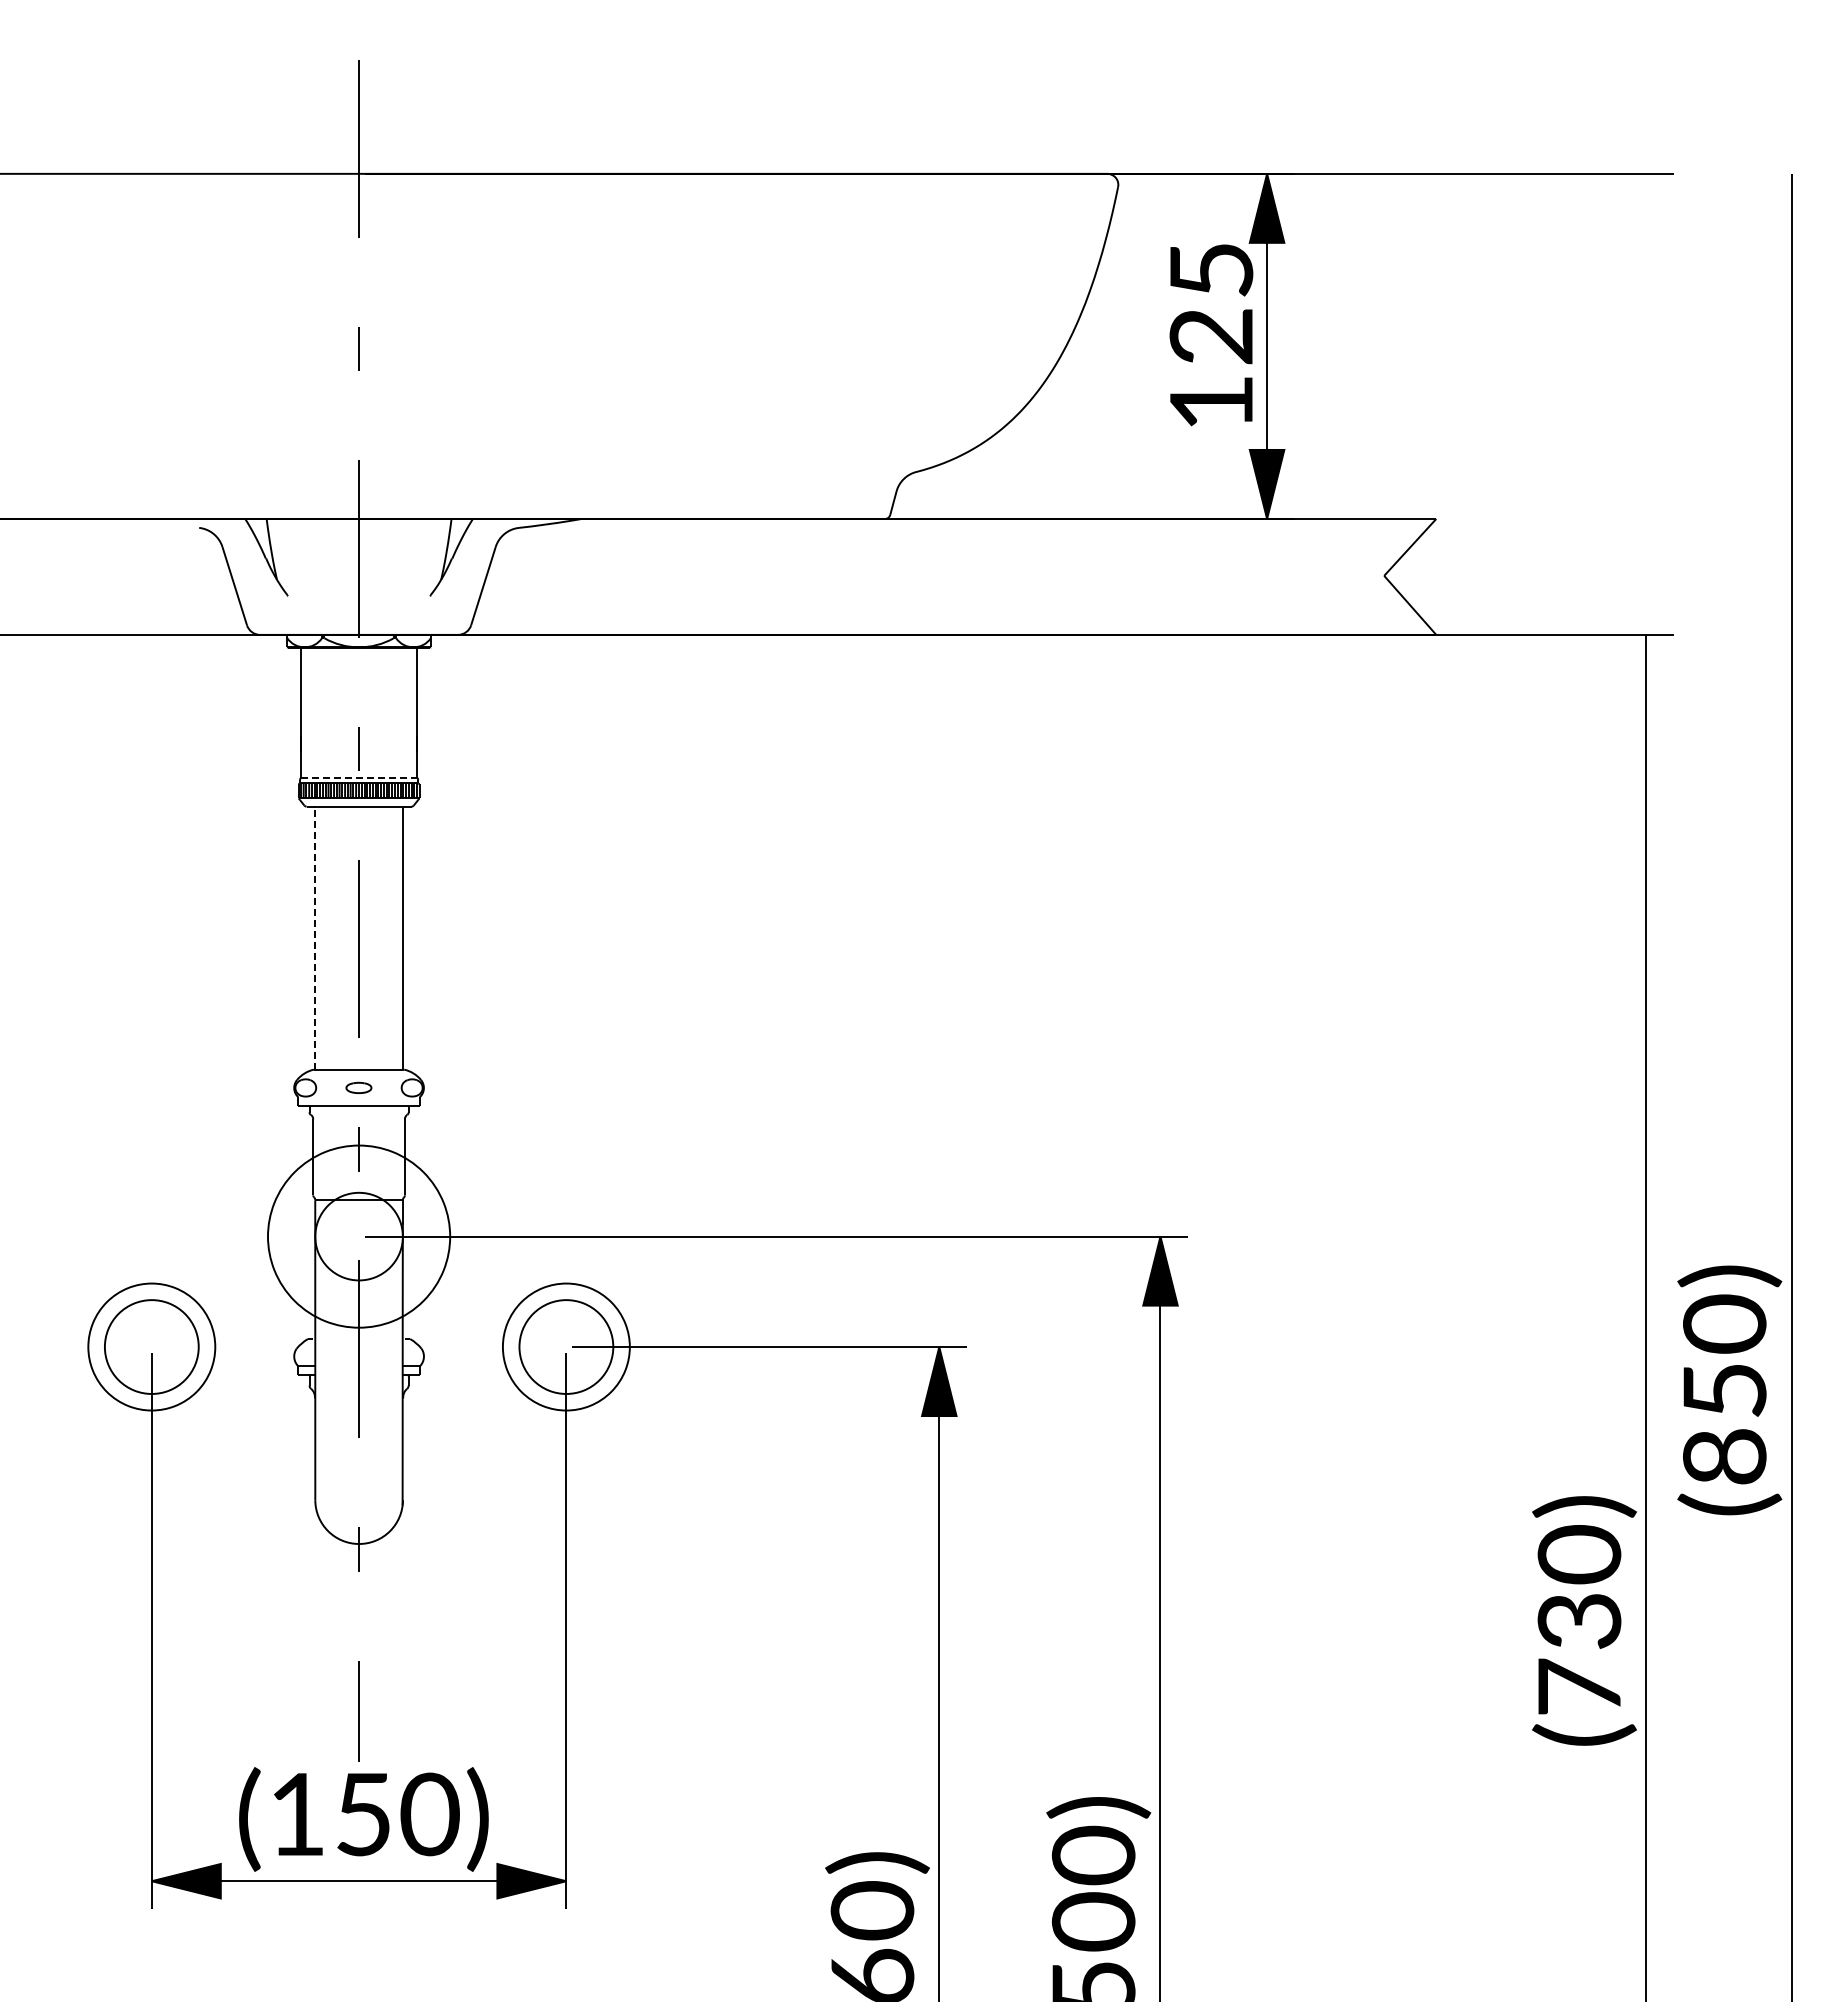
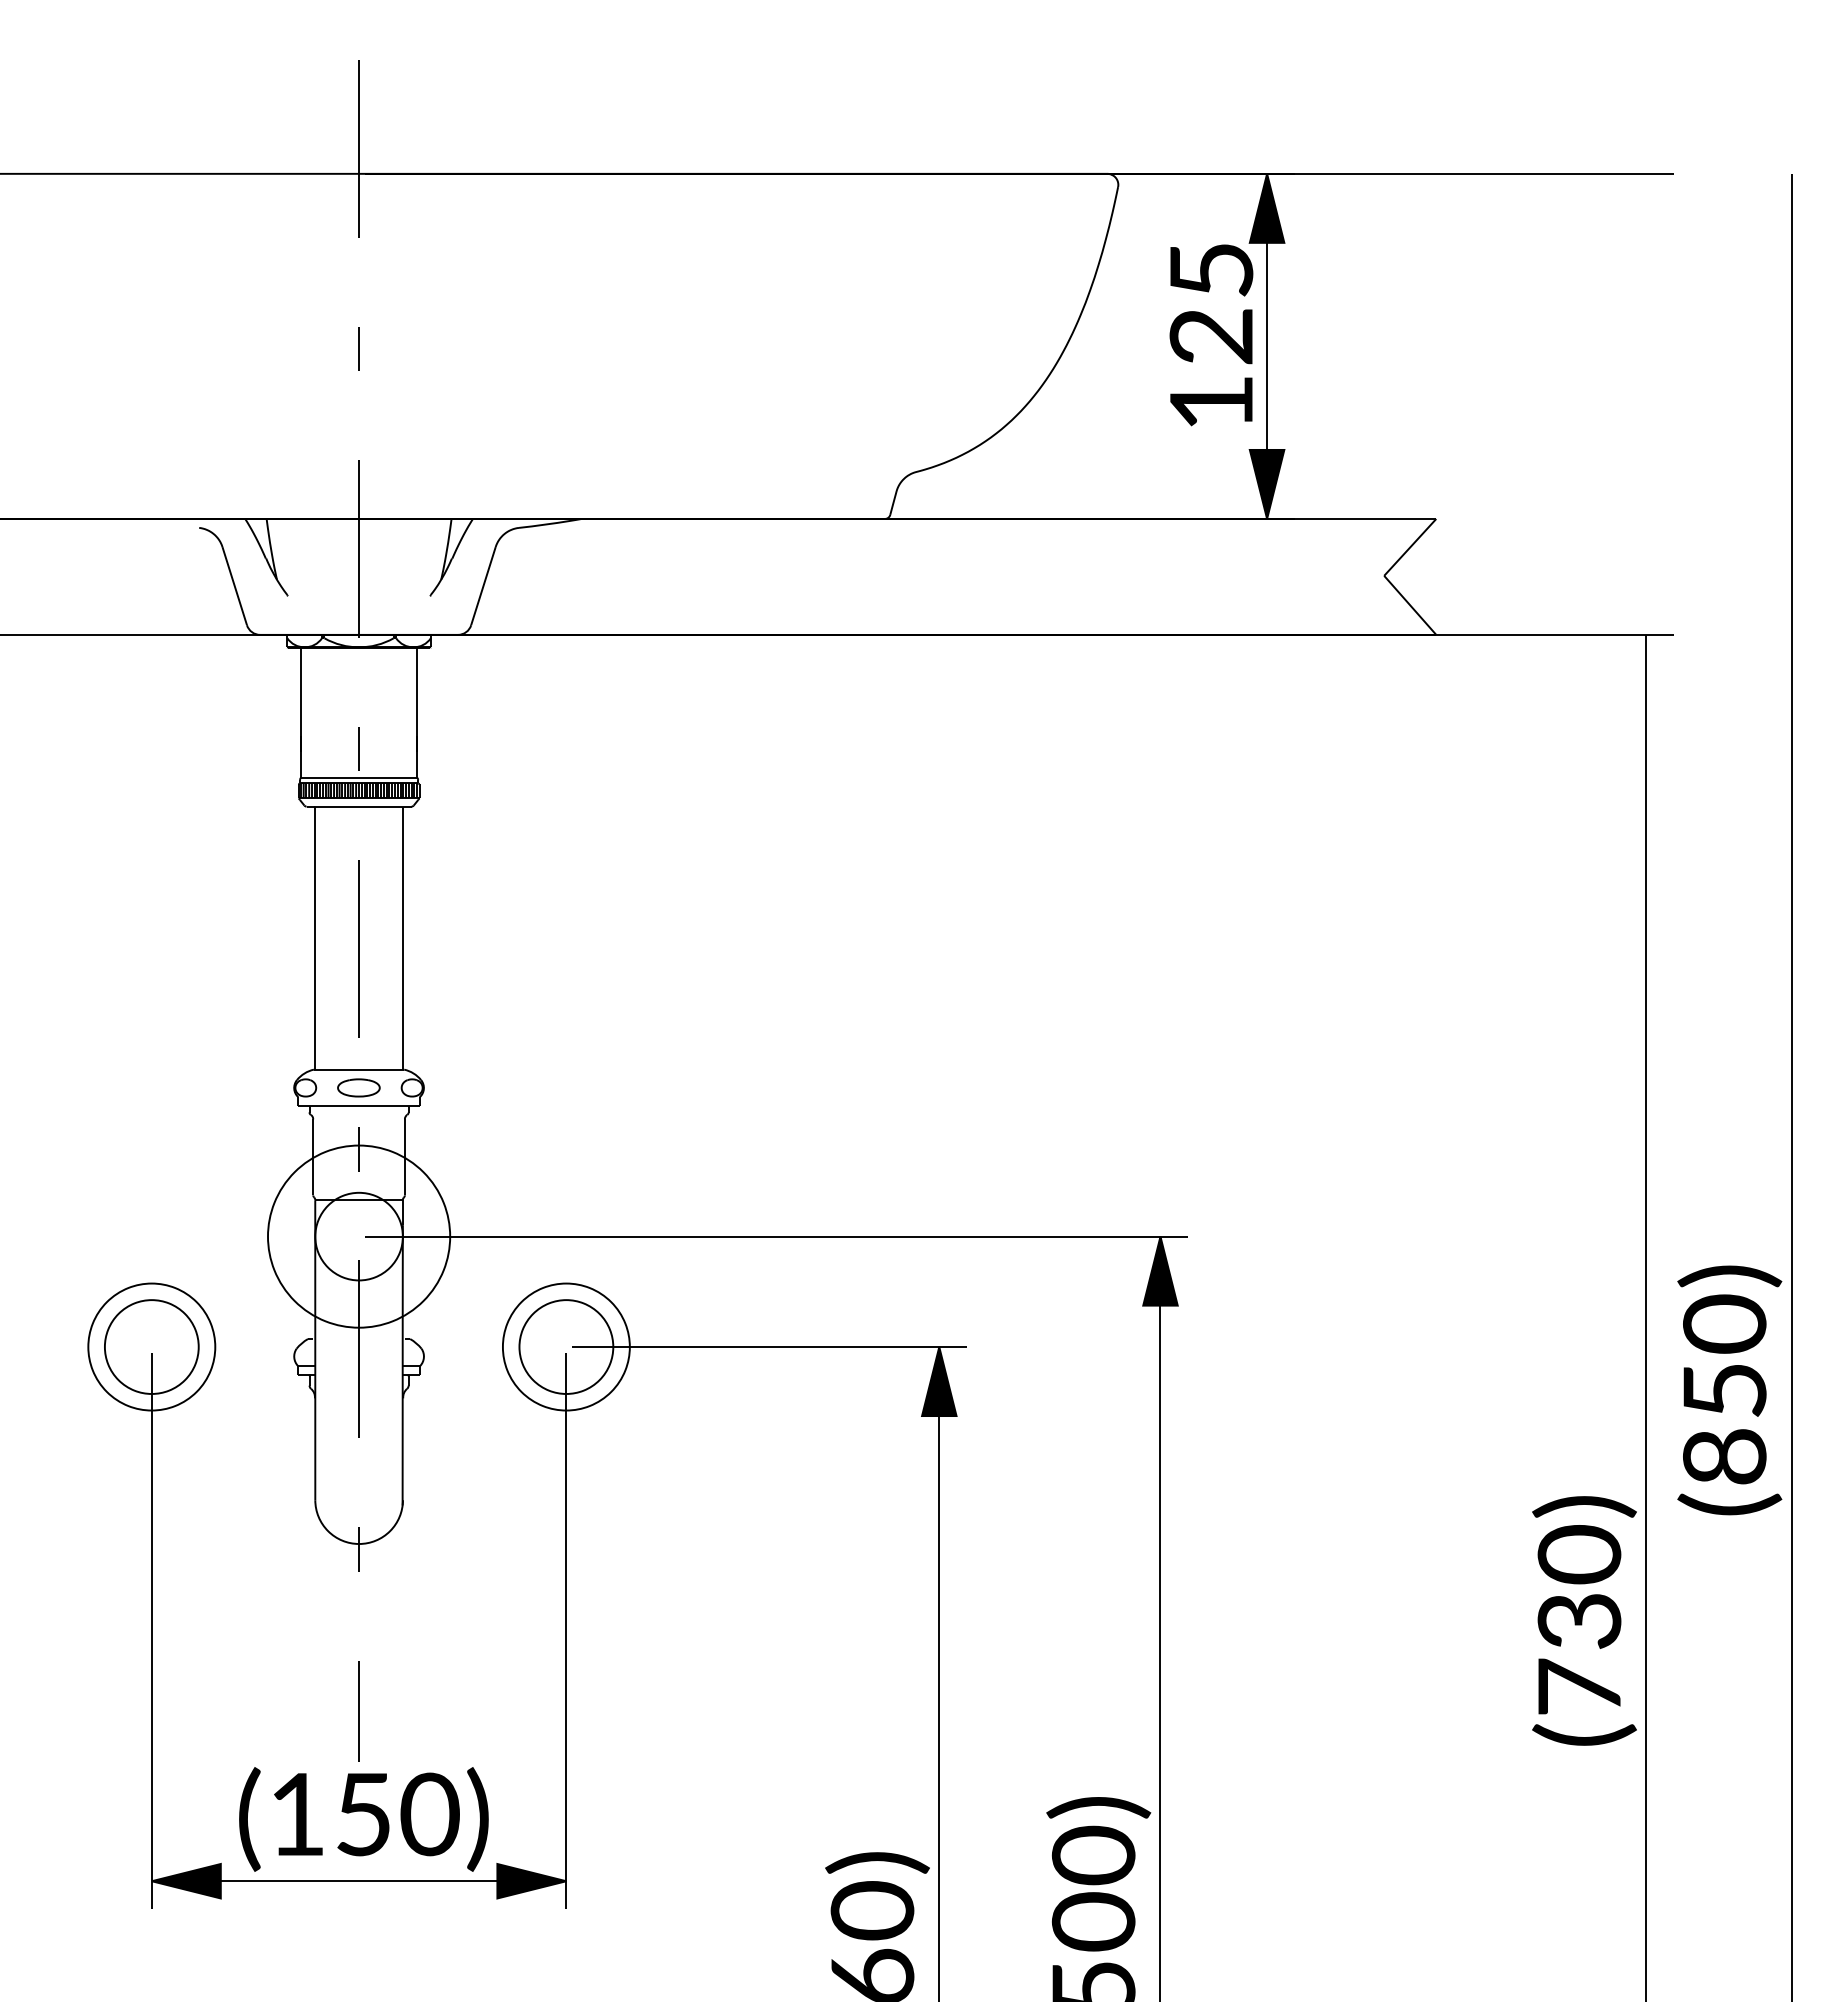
line at (359, 777): dashed -> solid
line at (315, 938): dashed -> solid
part at (358, 1087) size: 28x13 px -> 44x20 px
